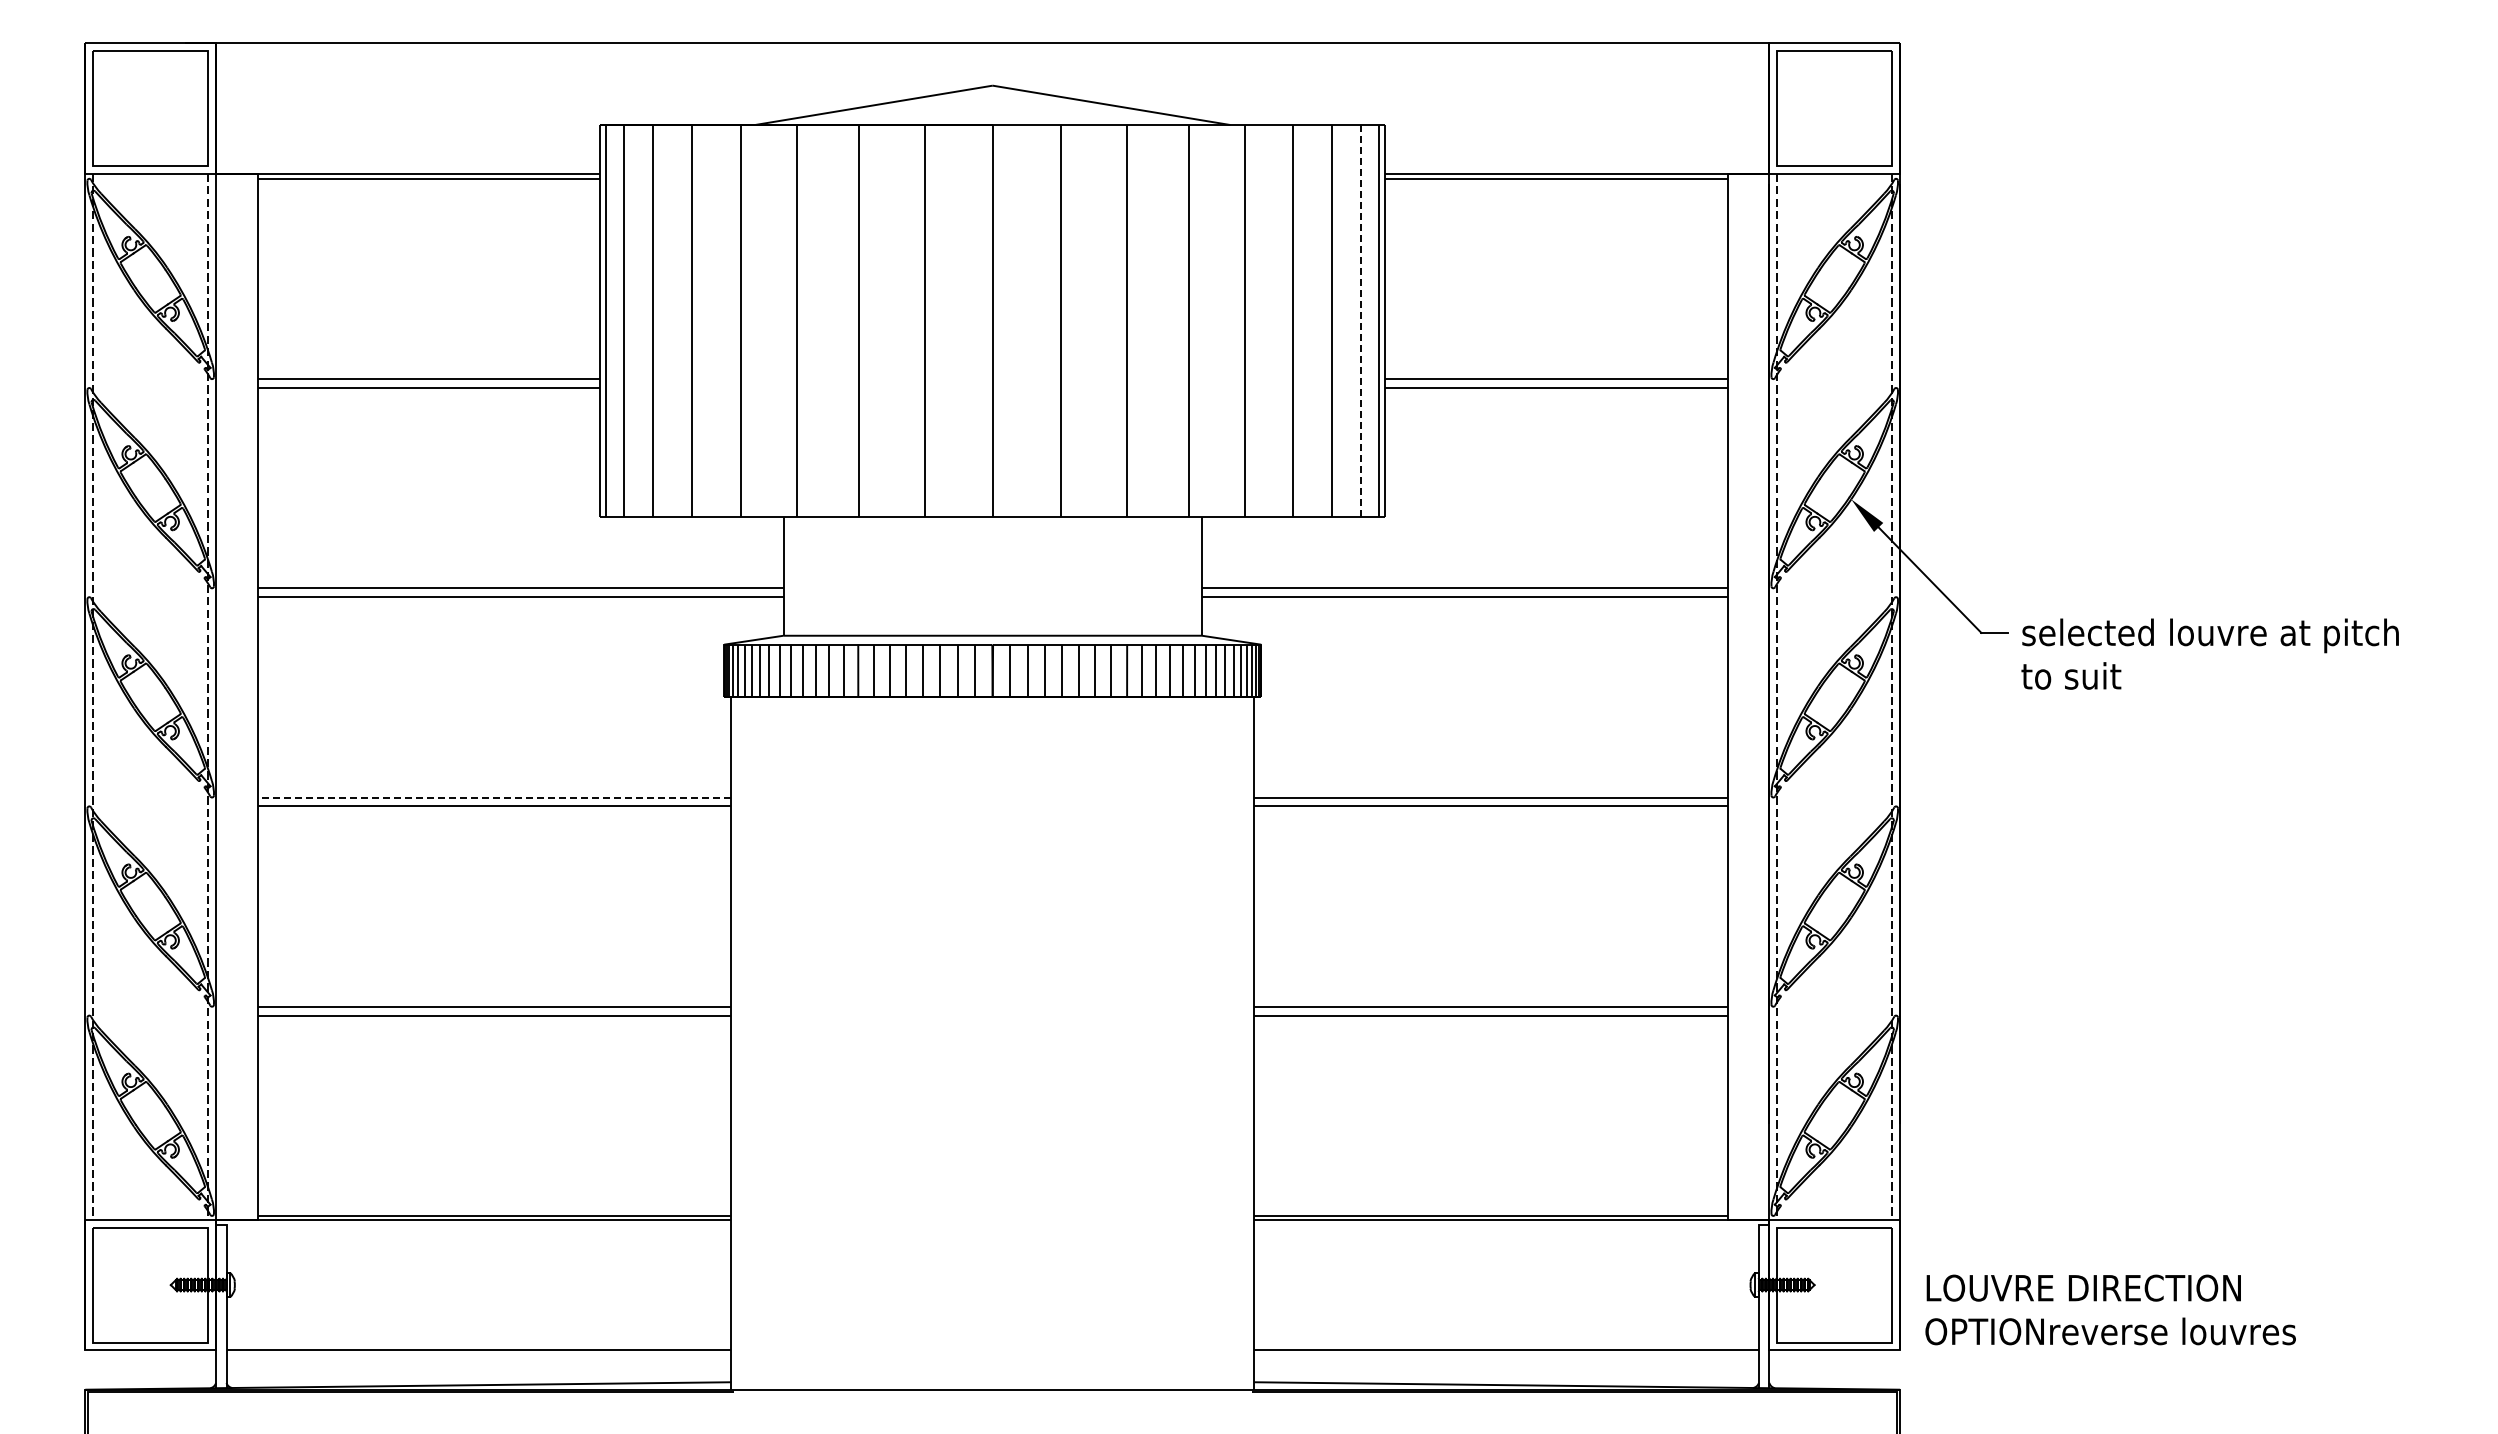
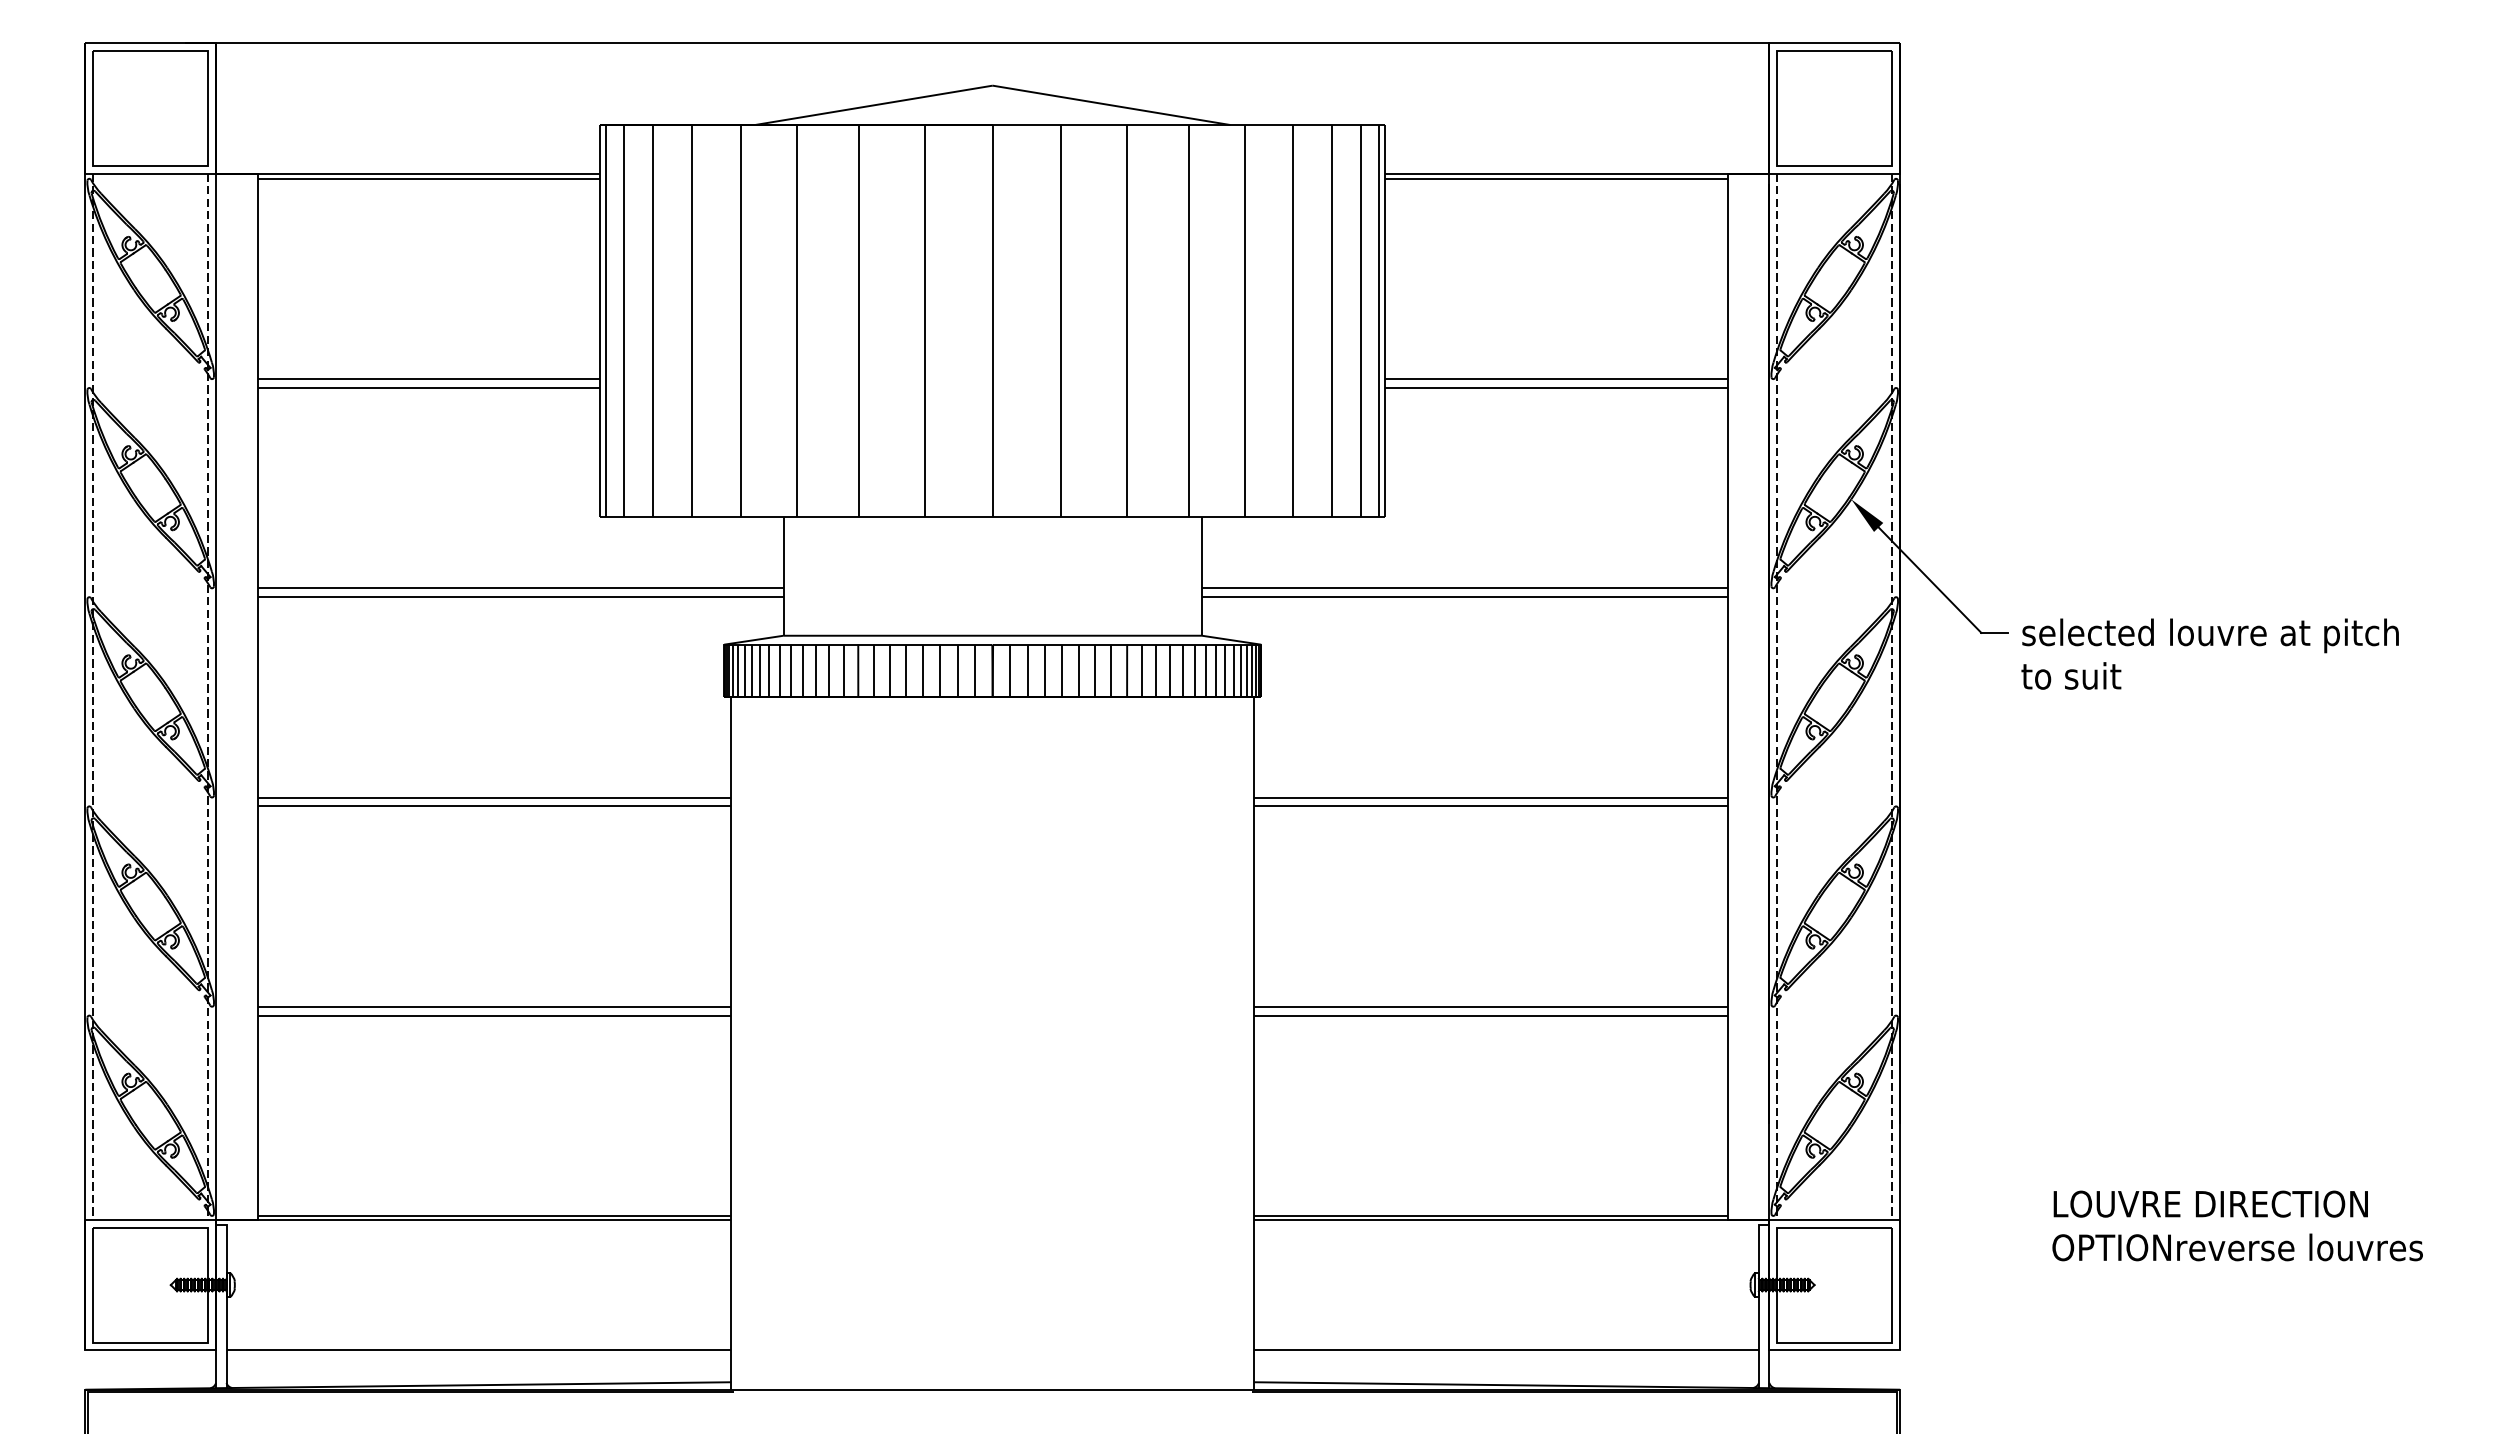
line at (1361, 321): dashed -> solid
line at (494, 797): dashed -> solid
text at (2110, 1309) position: (2110, 1309) -> (2237, 1225)
